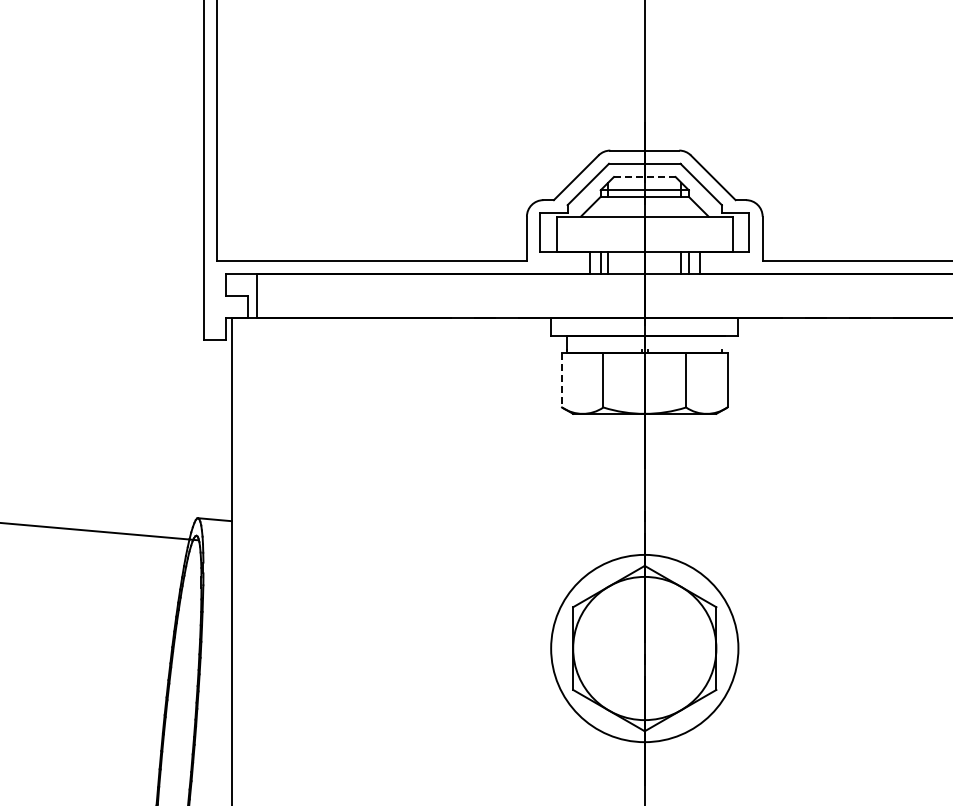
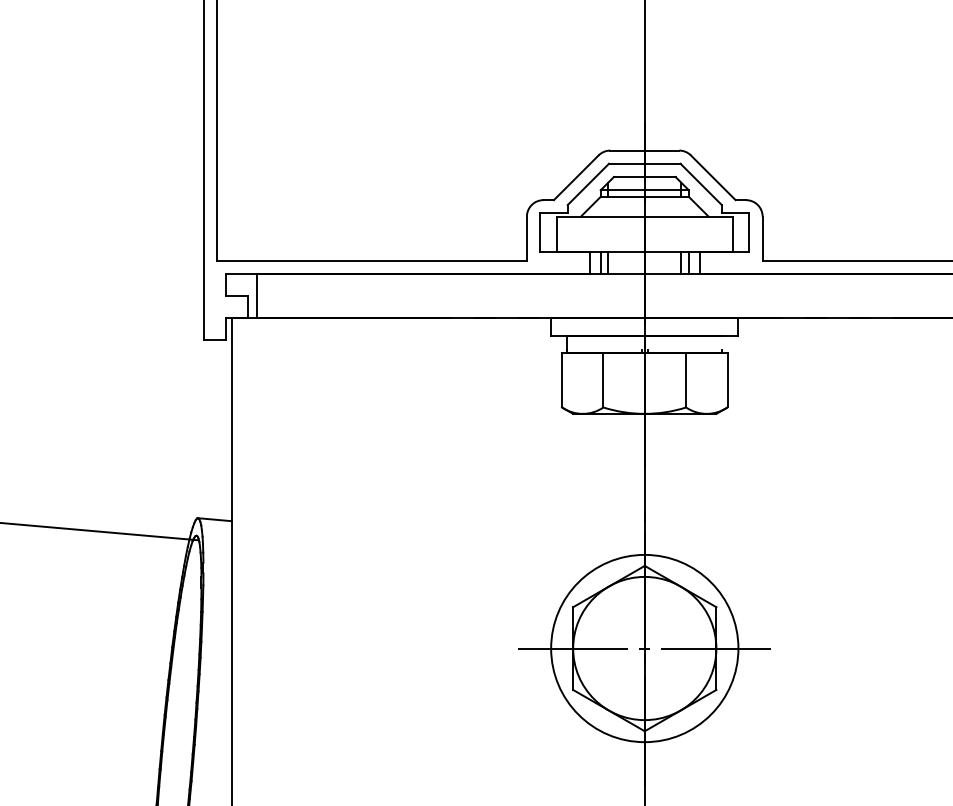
line at (644, 177): dashed -> solid
line at (562, 380): dashed -> solid
line at (644, 648): none -> present
